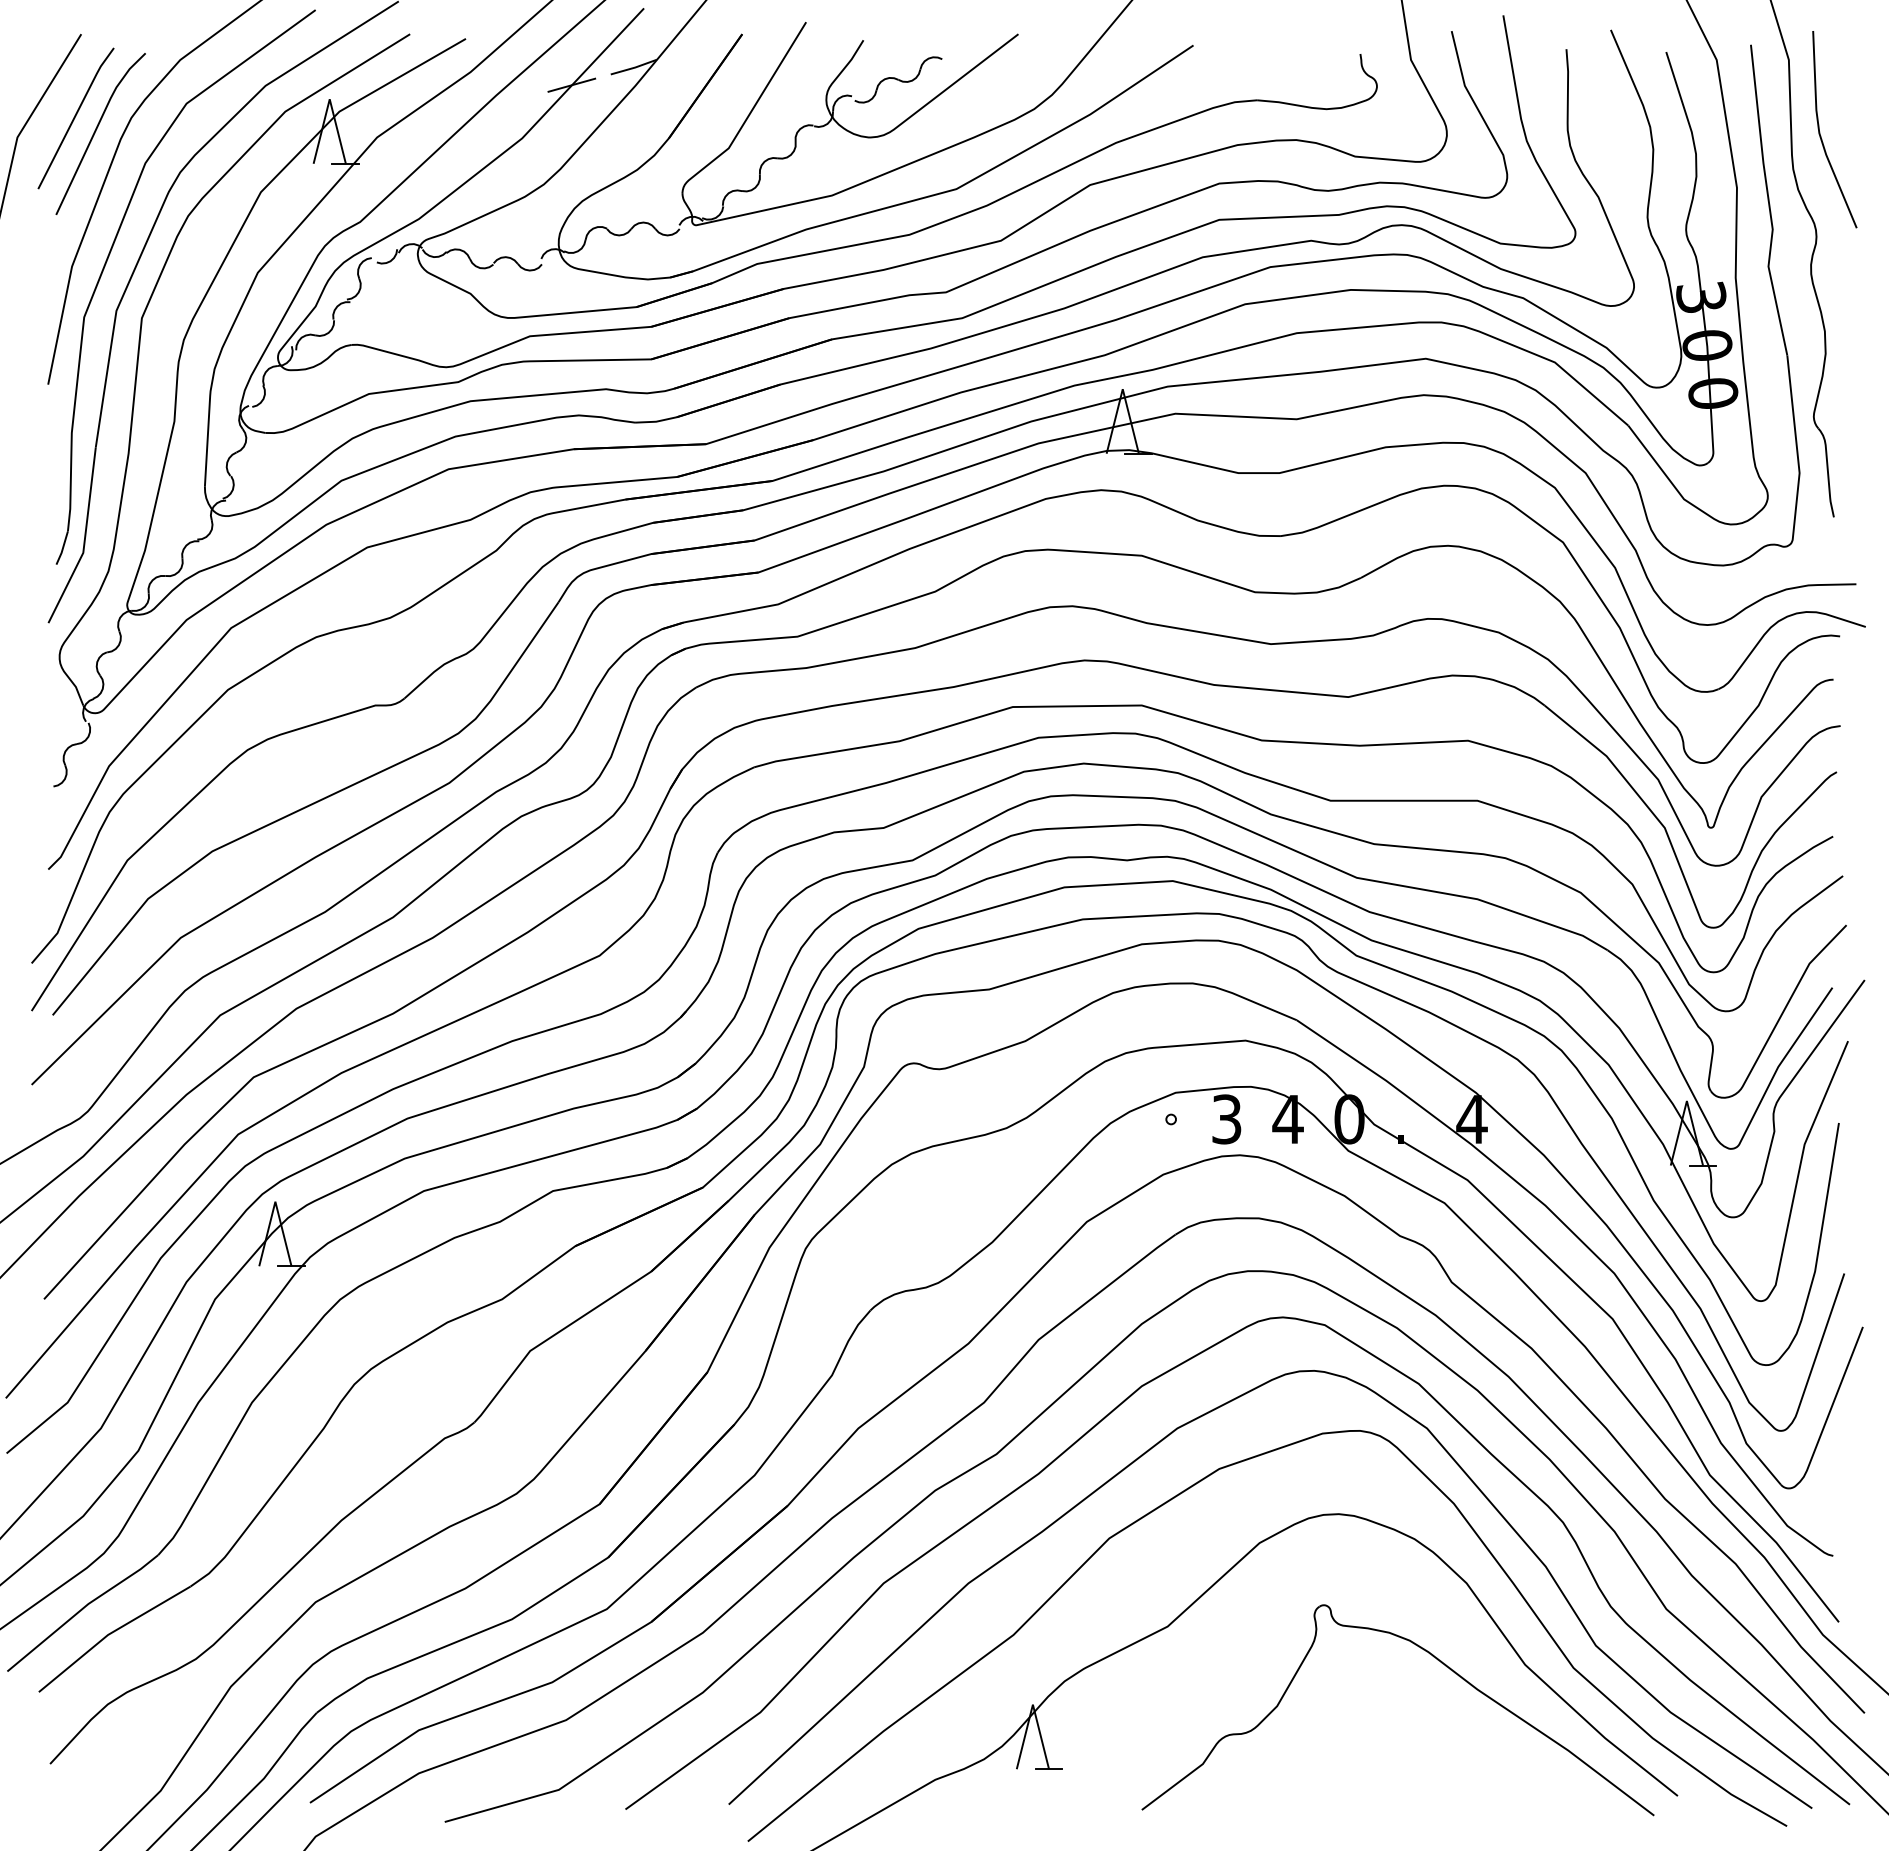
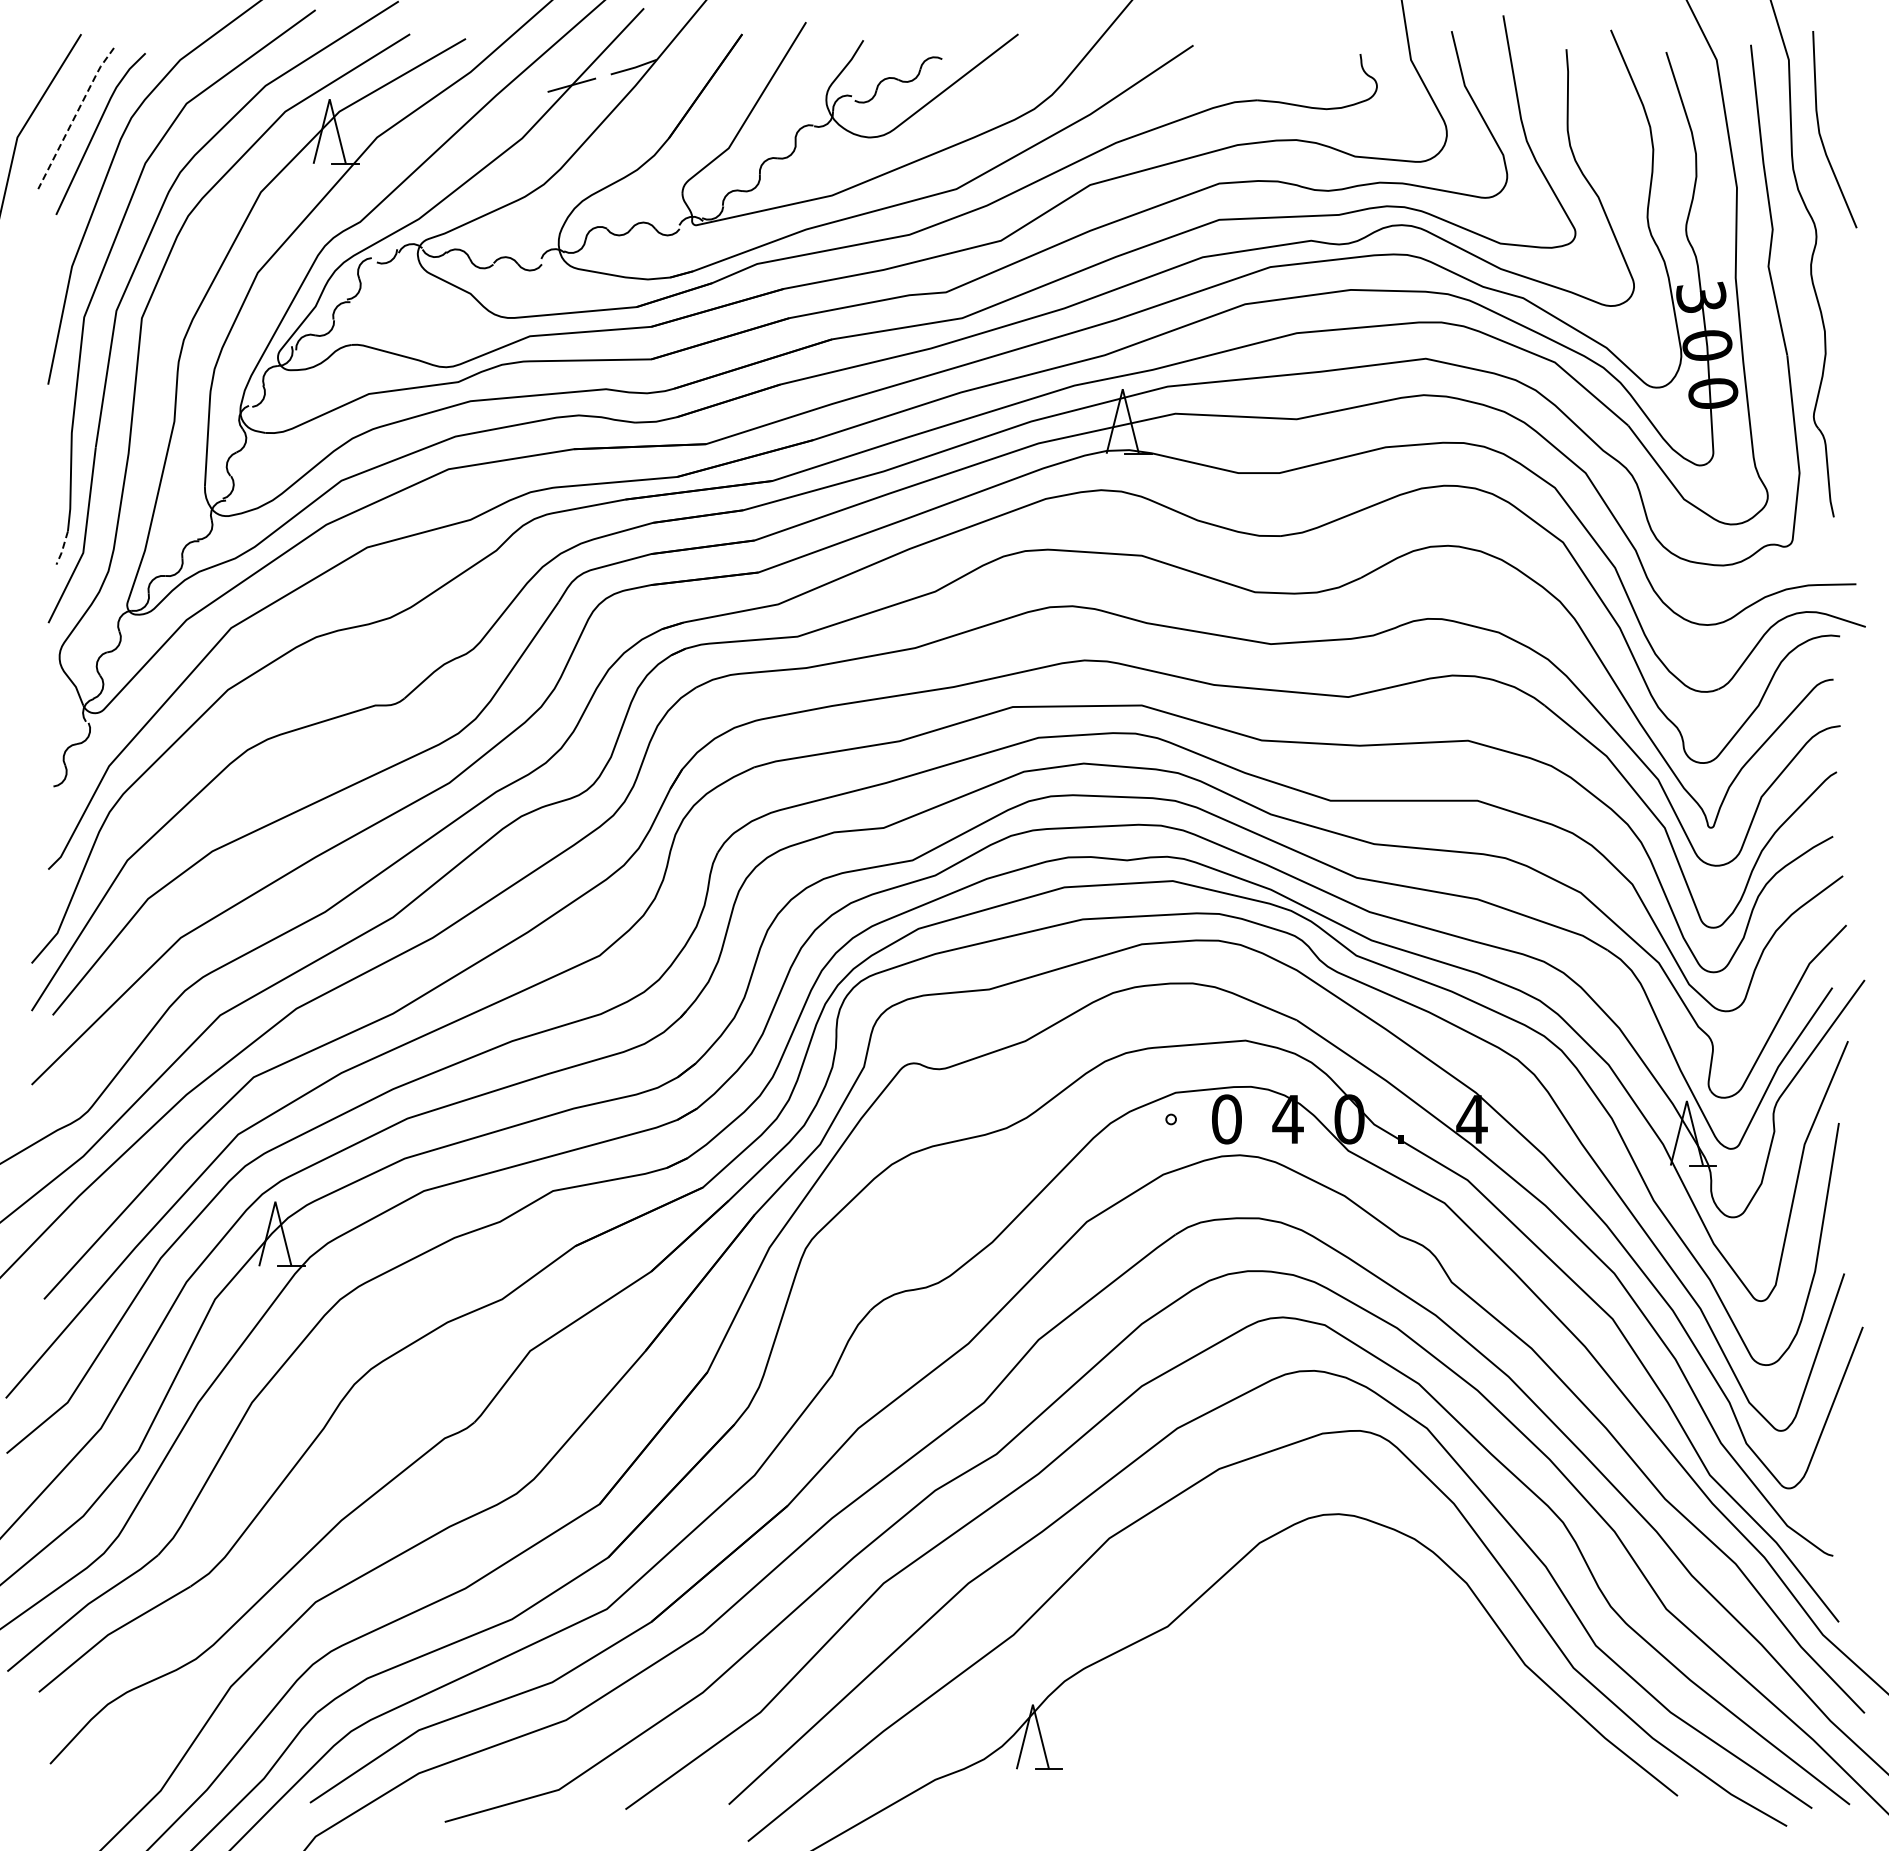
line at (75, 116): solid -> dashed
line at (62, 549): solid -> dashed
text at (1226, 1119): 3 -> 0
part at (1437, 1660): present -> none
